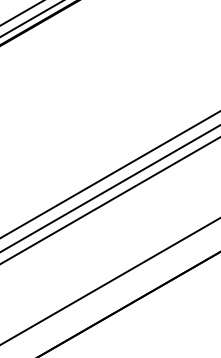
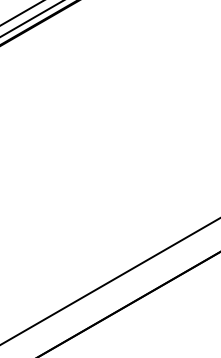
line at (109, 174): present -> none
line at (109, 188): present -> none
line at (109, 200): present -> none
